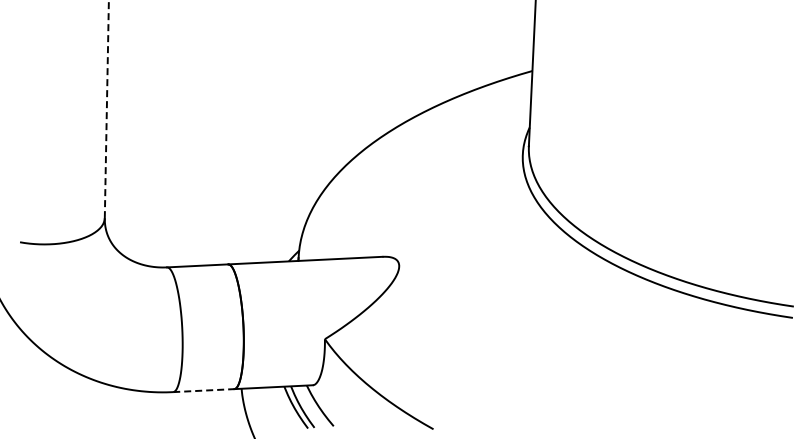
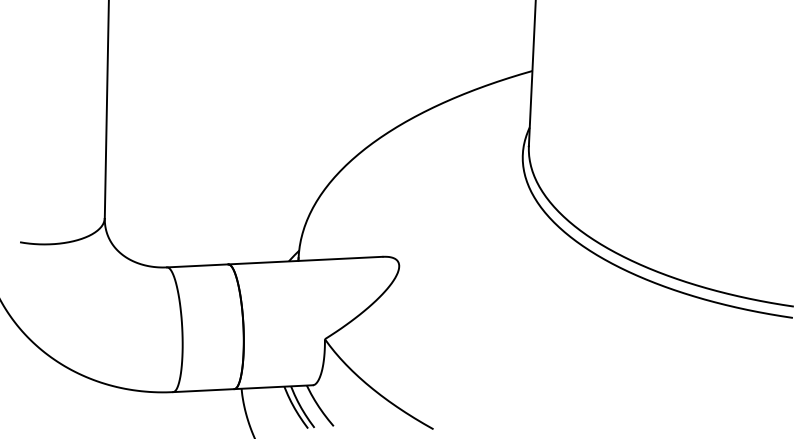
line at (106, 109): dashed -> solid
line at (203, 390): dashed -> solid
